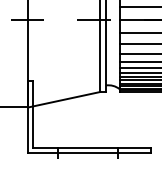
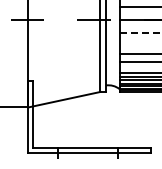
line at (140, 32): solid -> dashed
line at (138, 44): present -> none
line at (138, 68): present -> none
